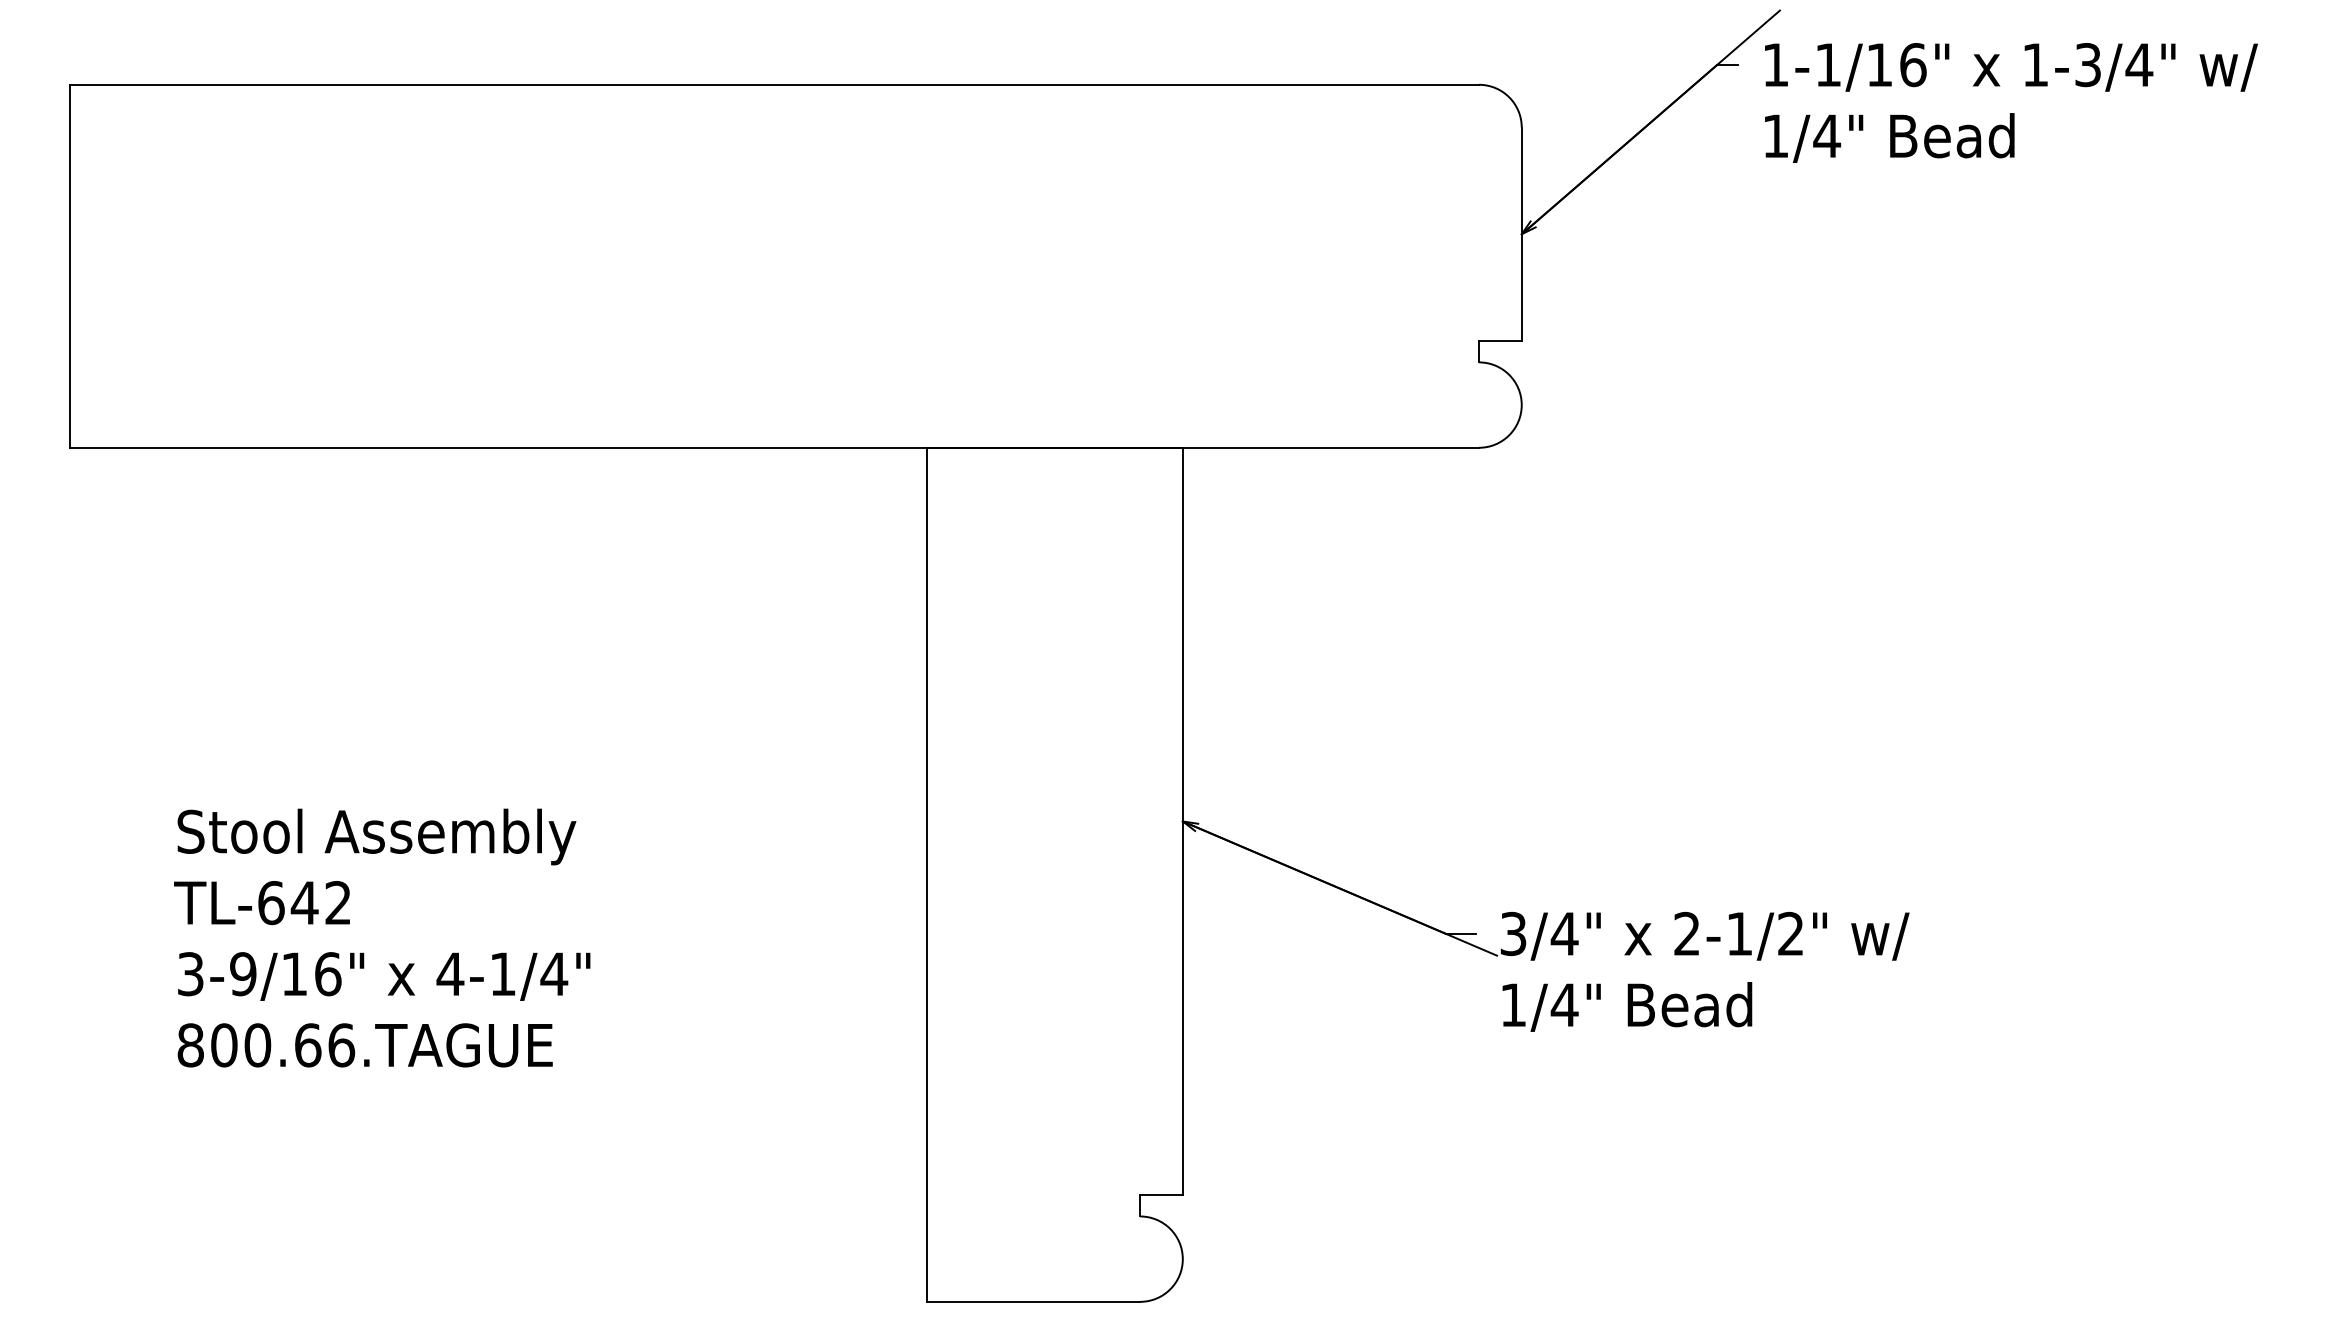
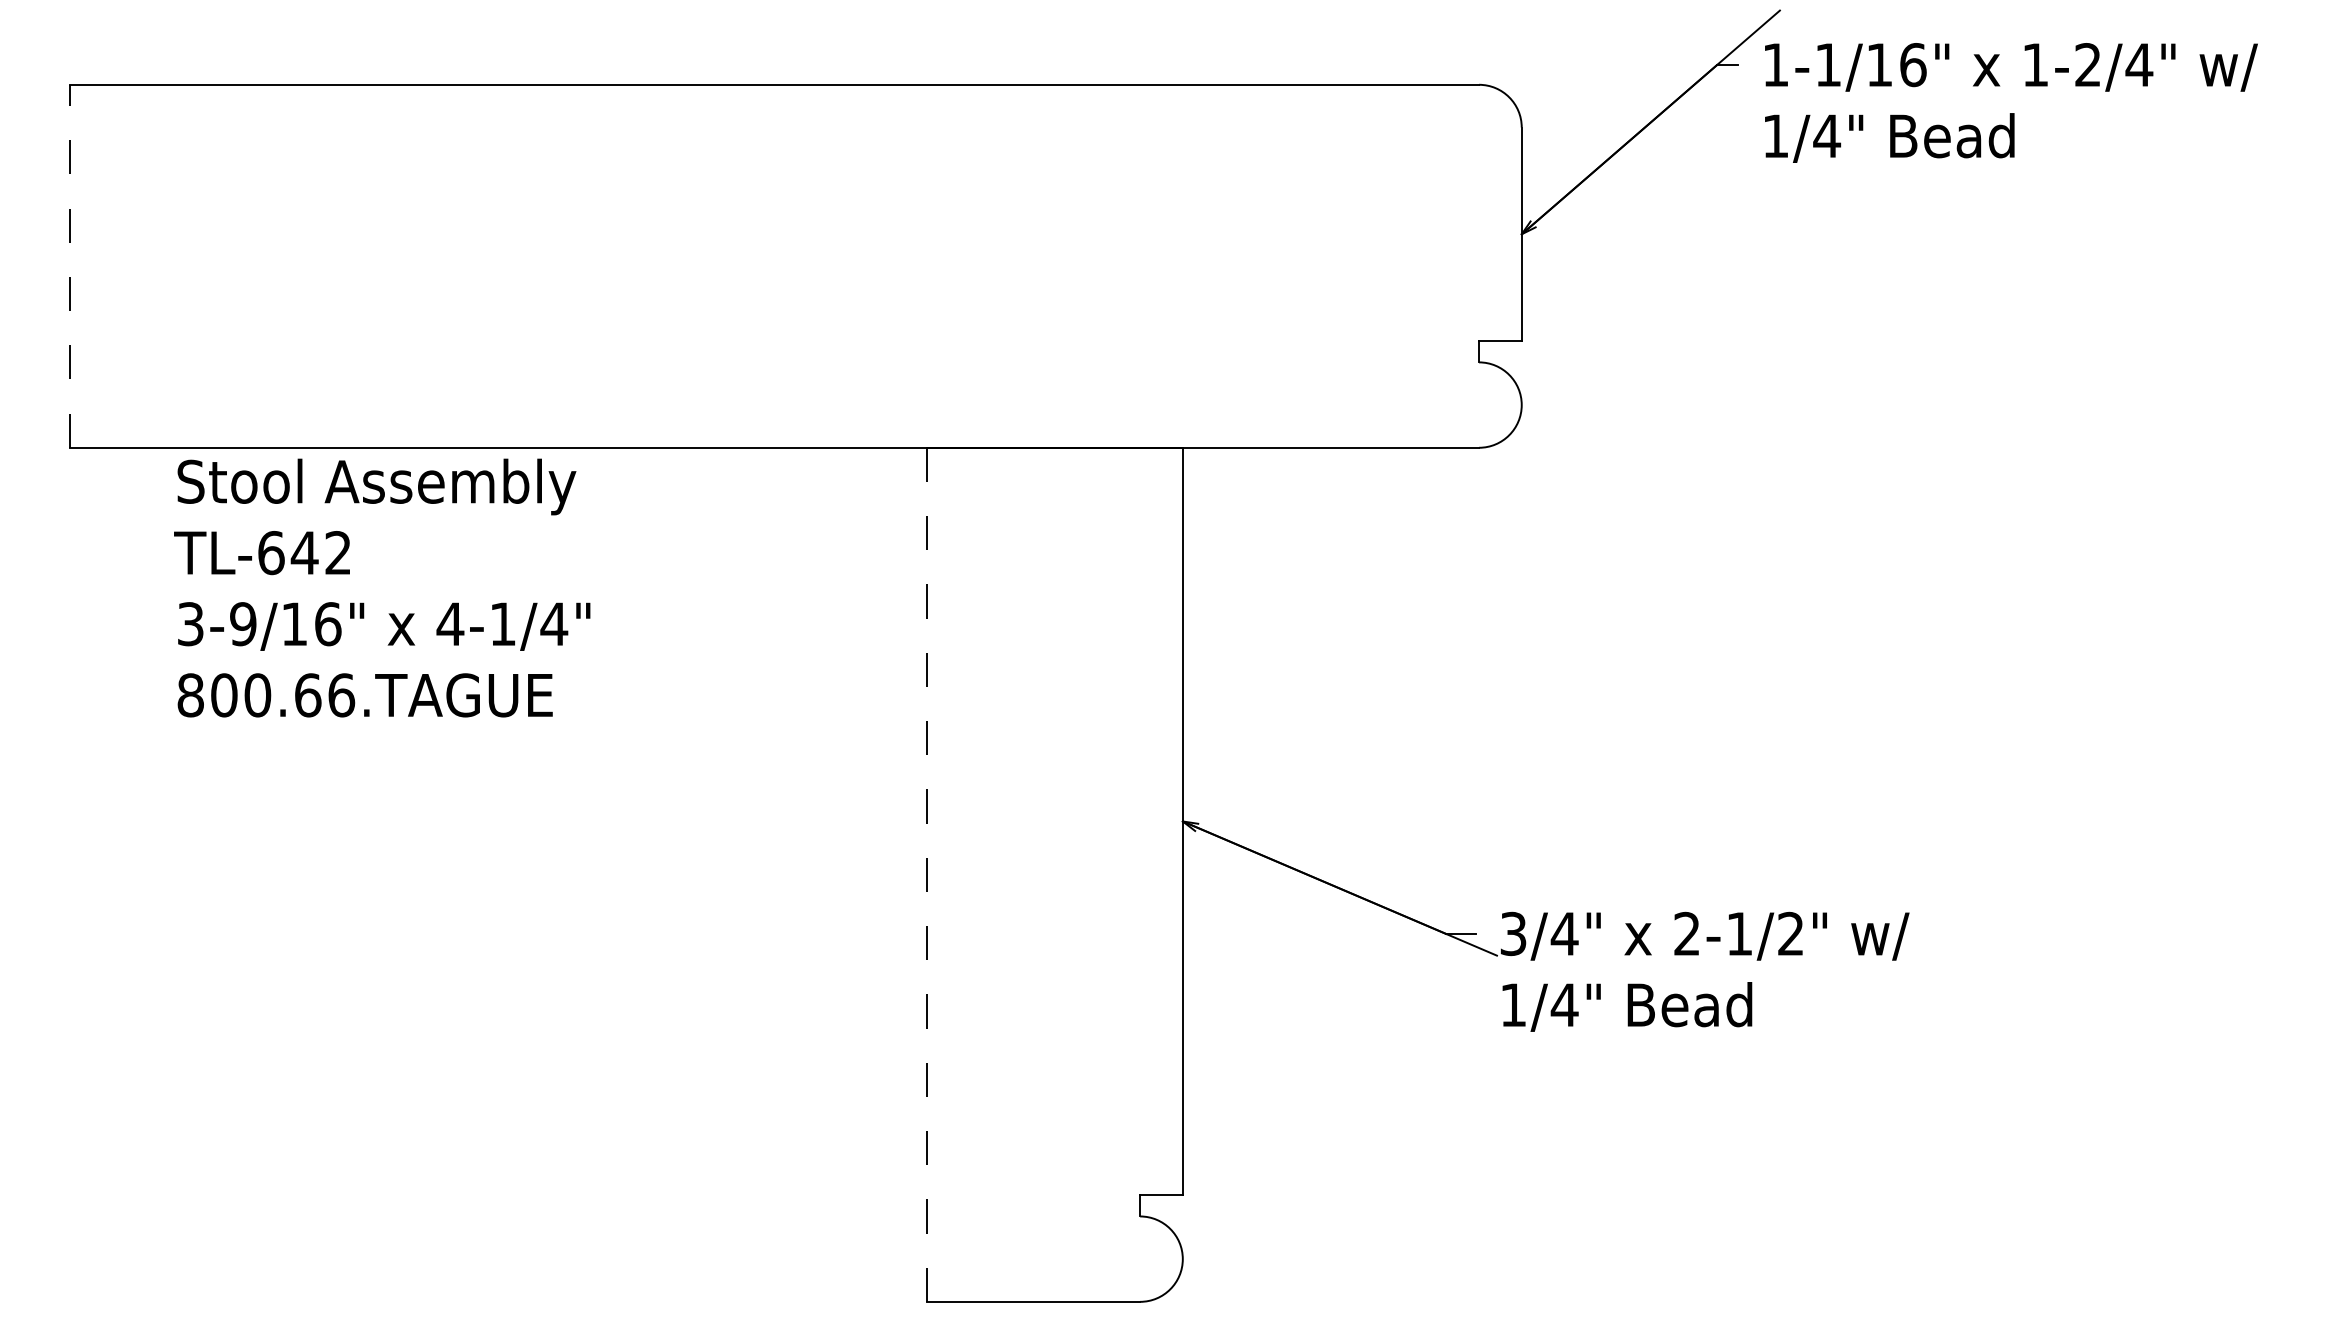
text at (2087, 65): 1-3/4" -> 1-2/4"
line at (69, 265): solid -> dashed
line at (926, 874): solid -> dashed
text at (382, 937) position: (382, 937) -> (382, 587)
